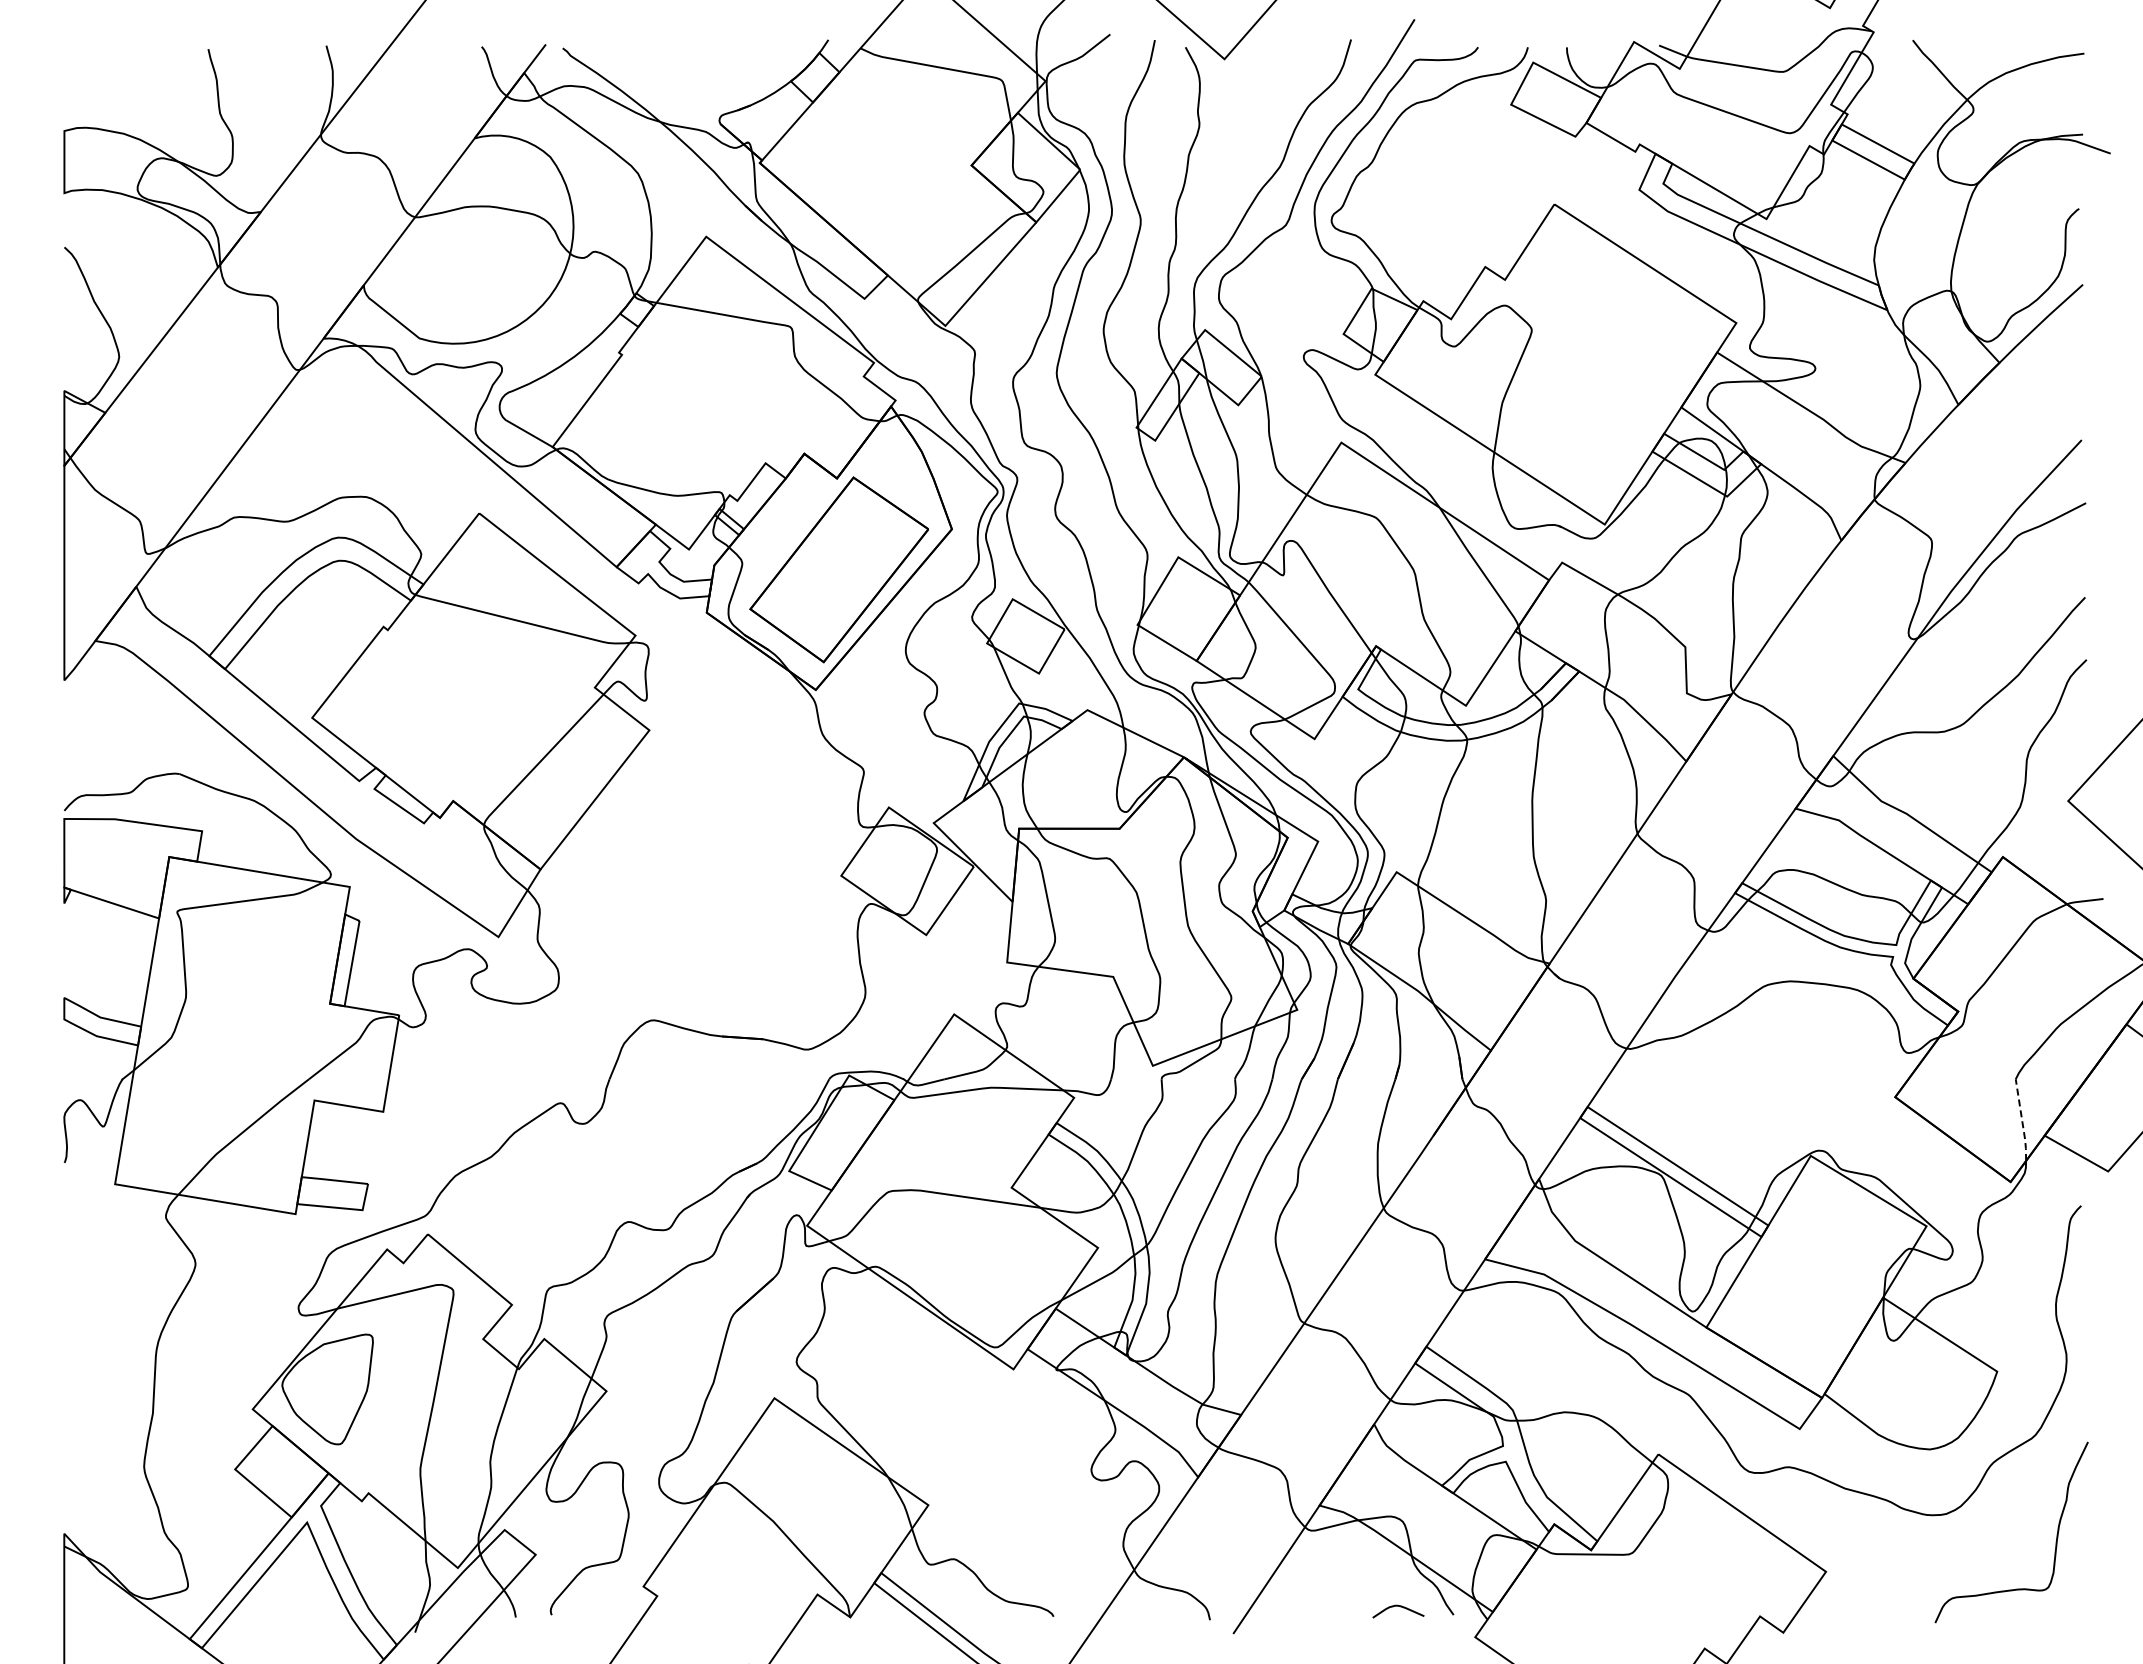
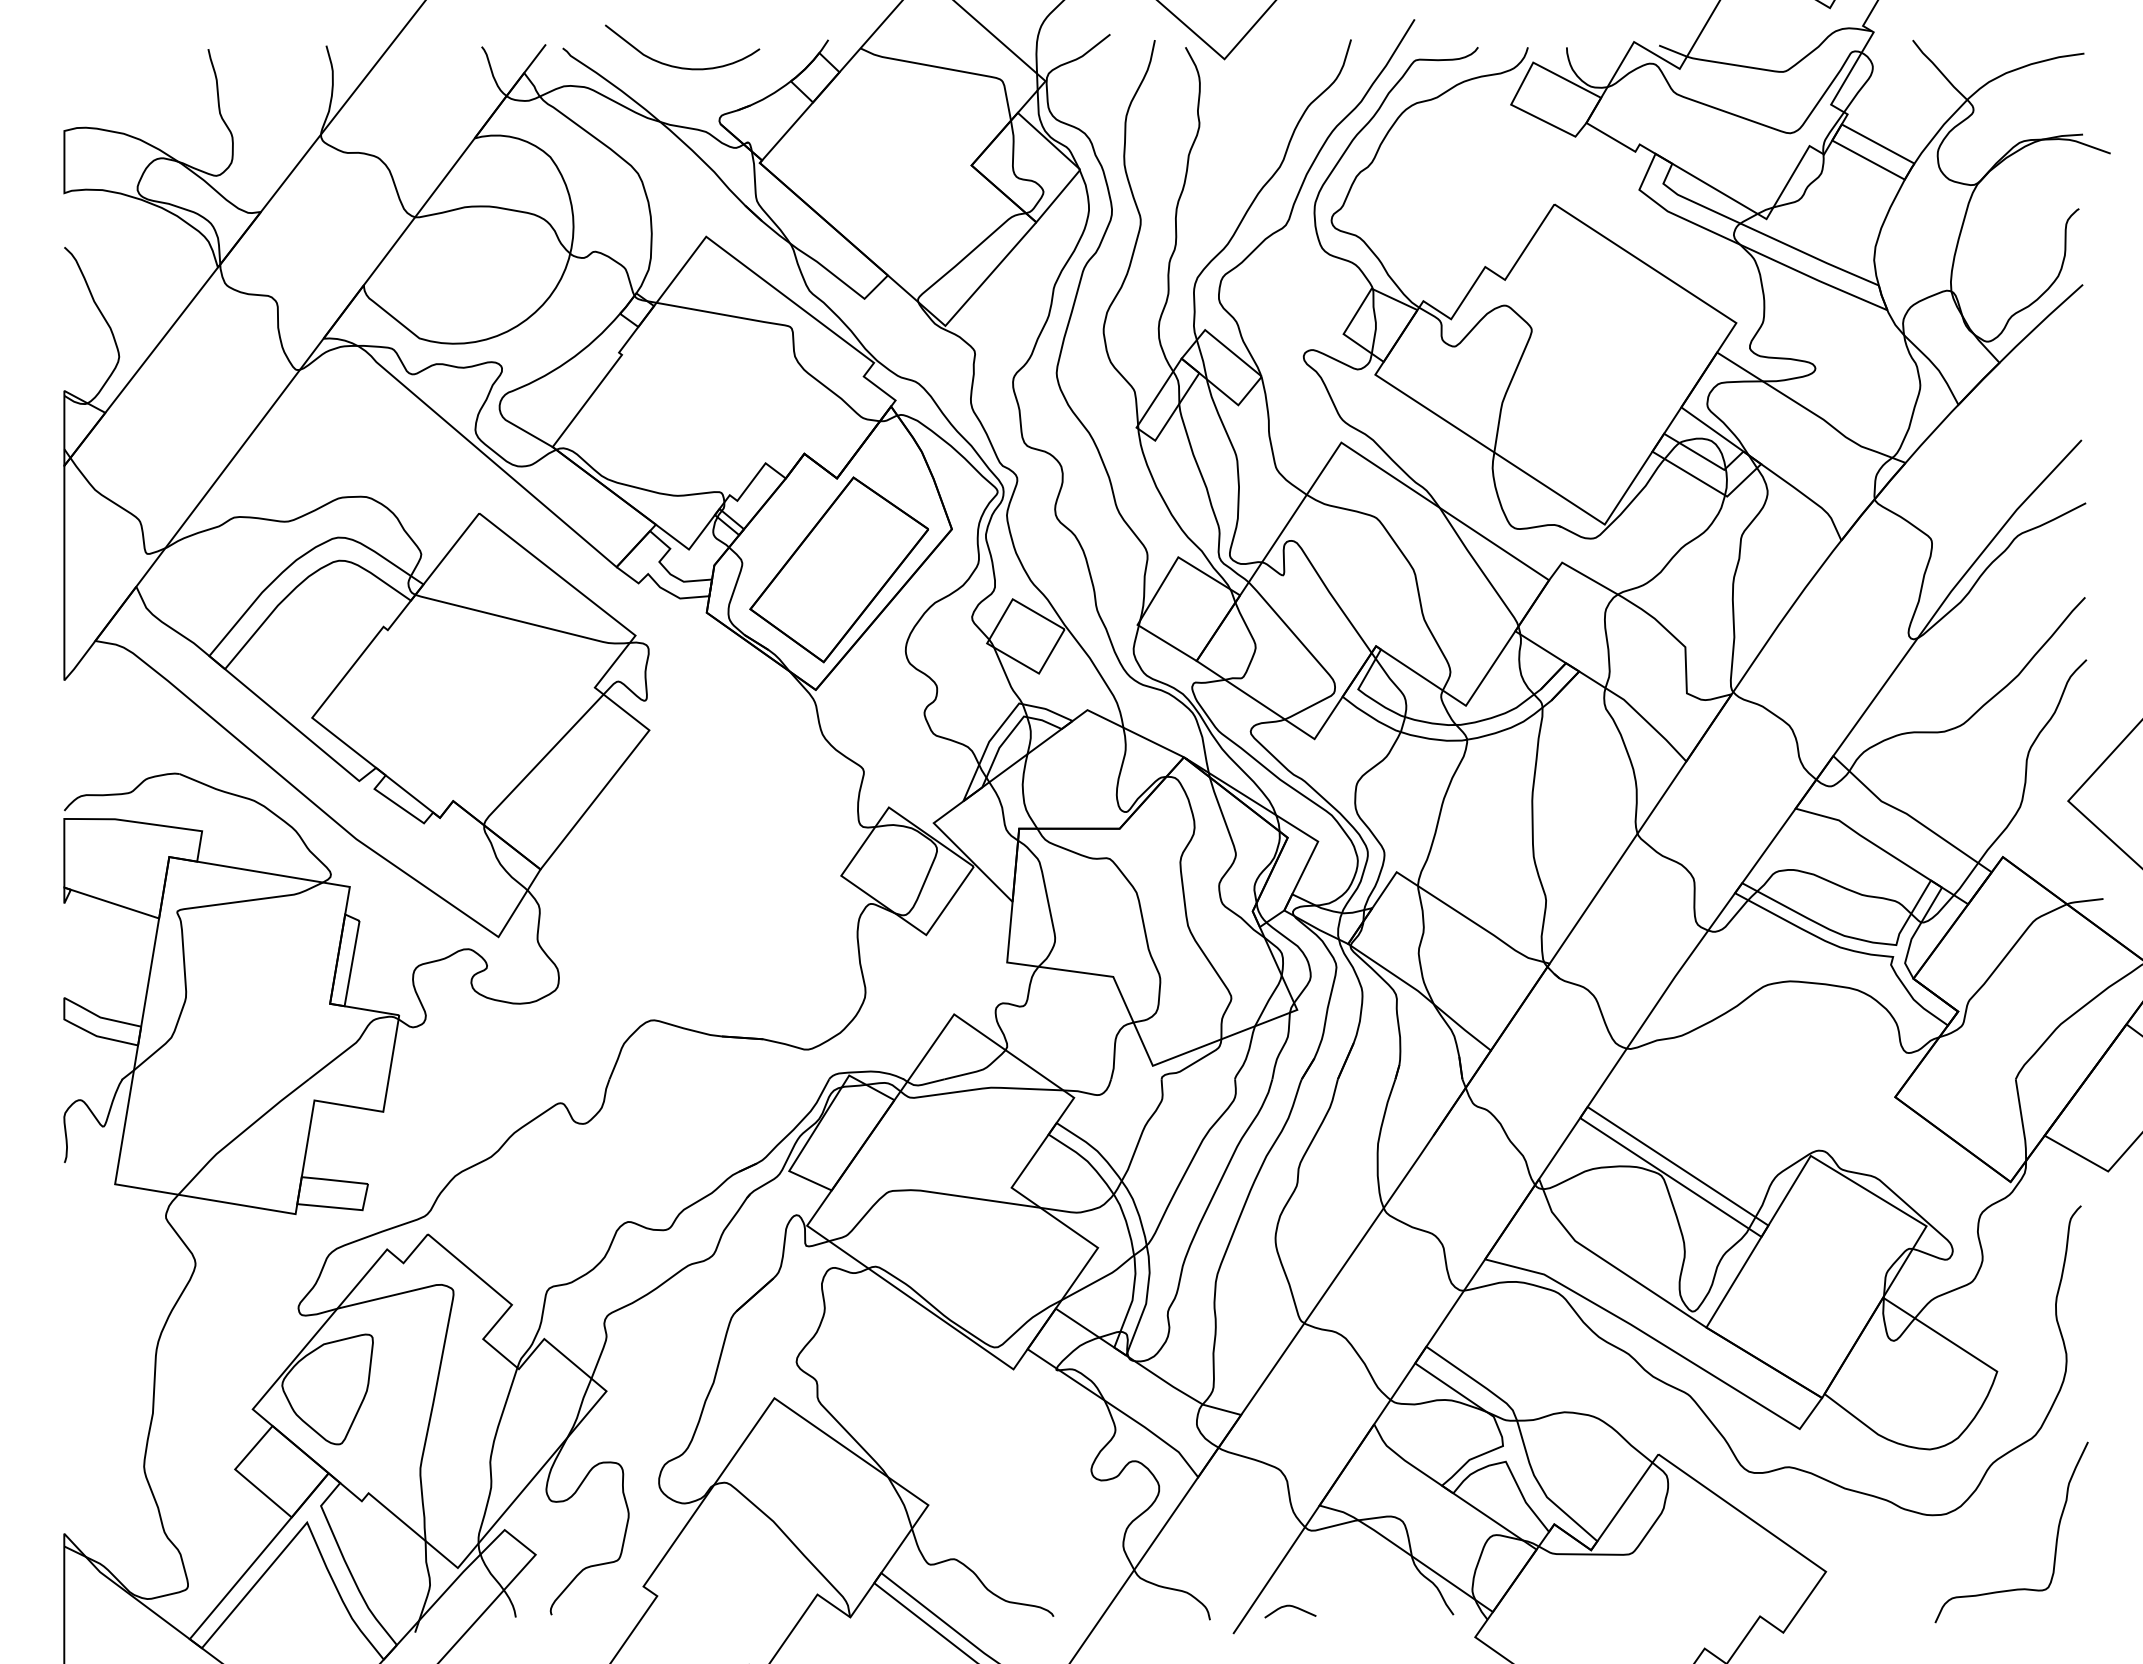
curve at (679, 66): none -> present
line at (2022, 1121): dashed -> solid
curve at (1400, 1607) position: (1400, 1607) -> (1292, 1607)
